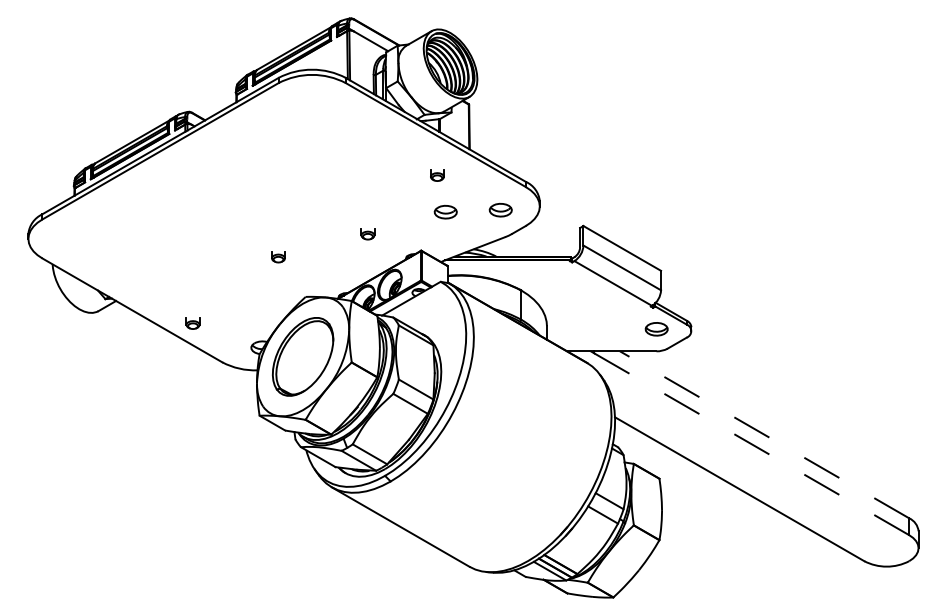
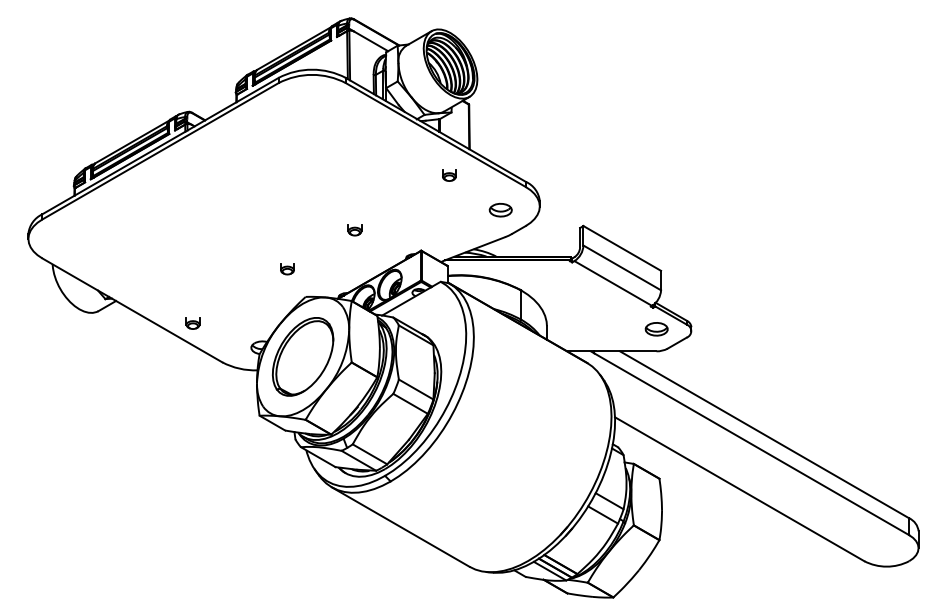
part at (437, 175) position: (437, 175) -> (449, 175)
part at (445, 211): present -> none
part at (367, 234) position: (367, 234) -> (354, 230)
part at (278, 257) position: (278, 257) -> (287, 269)
line at (764, 434): dashed -> solid
line at (751, 444): dashed -> solid
